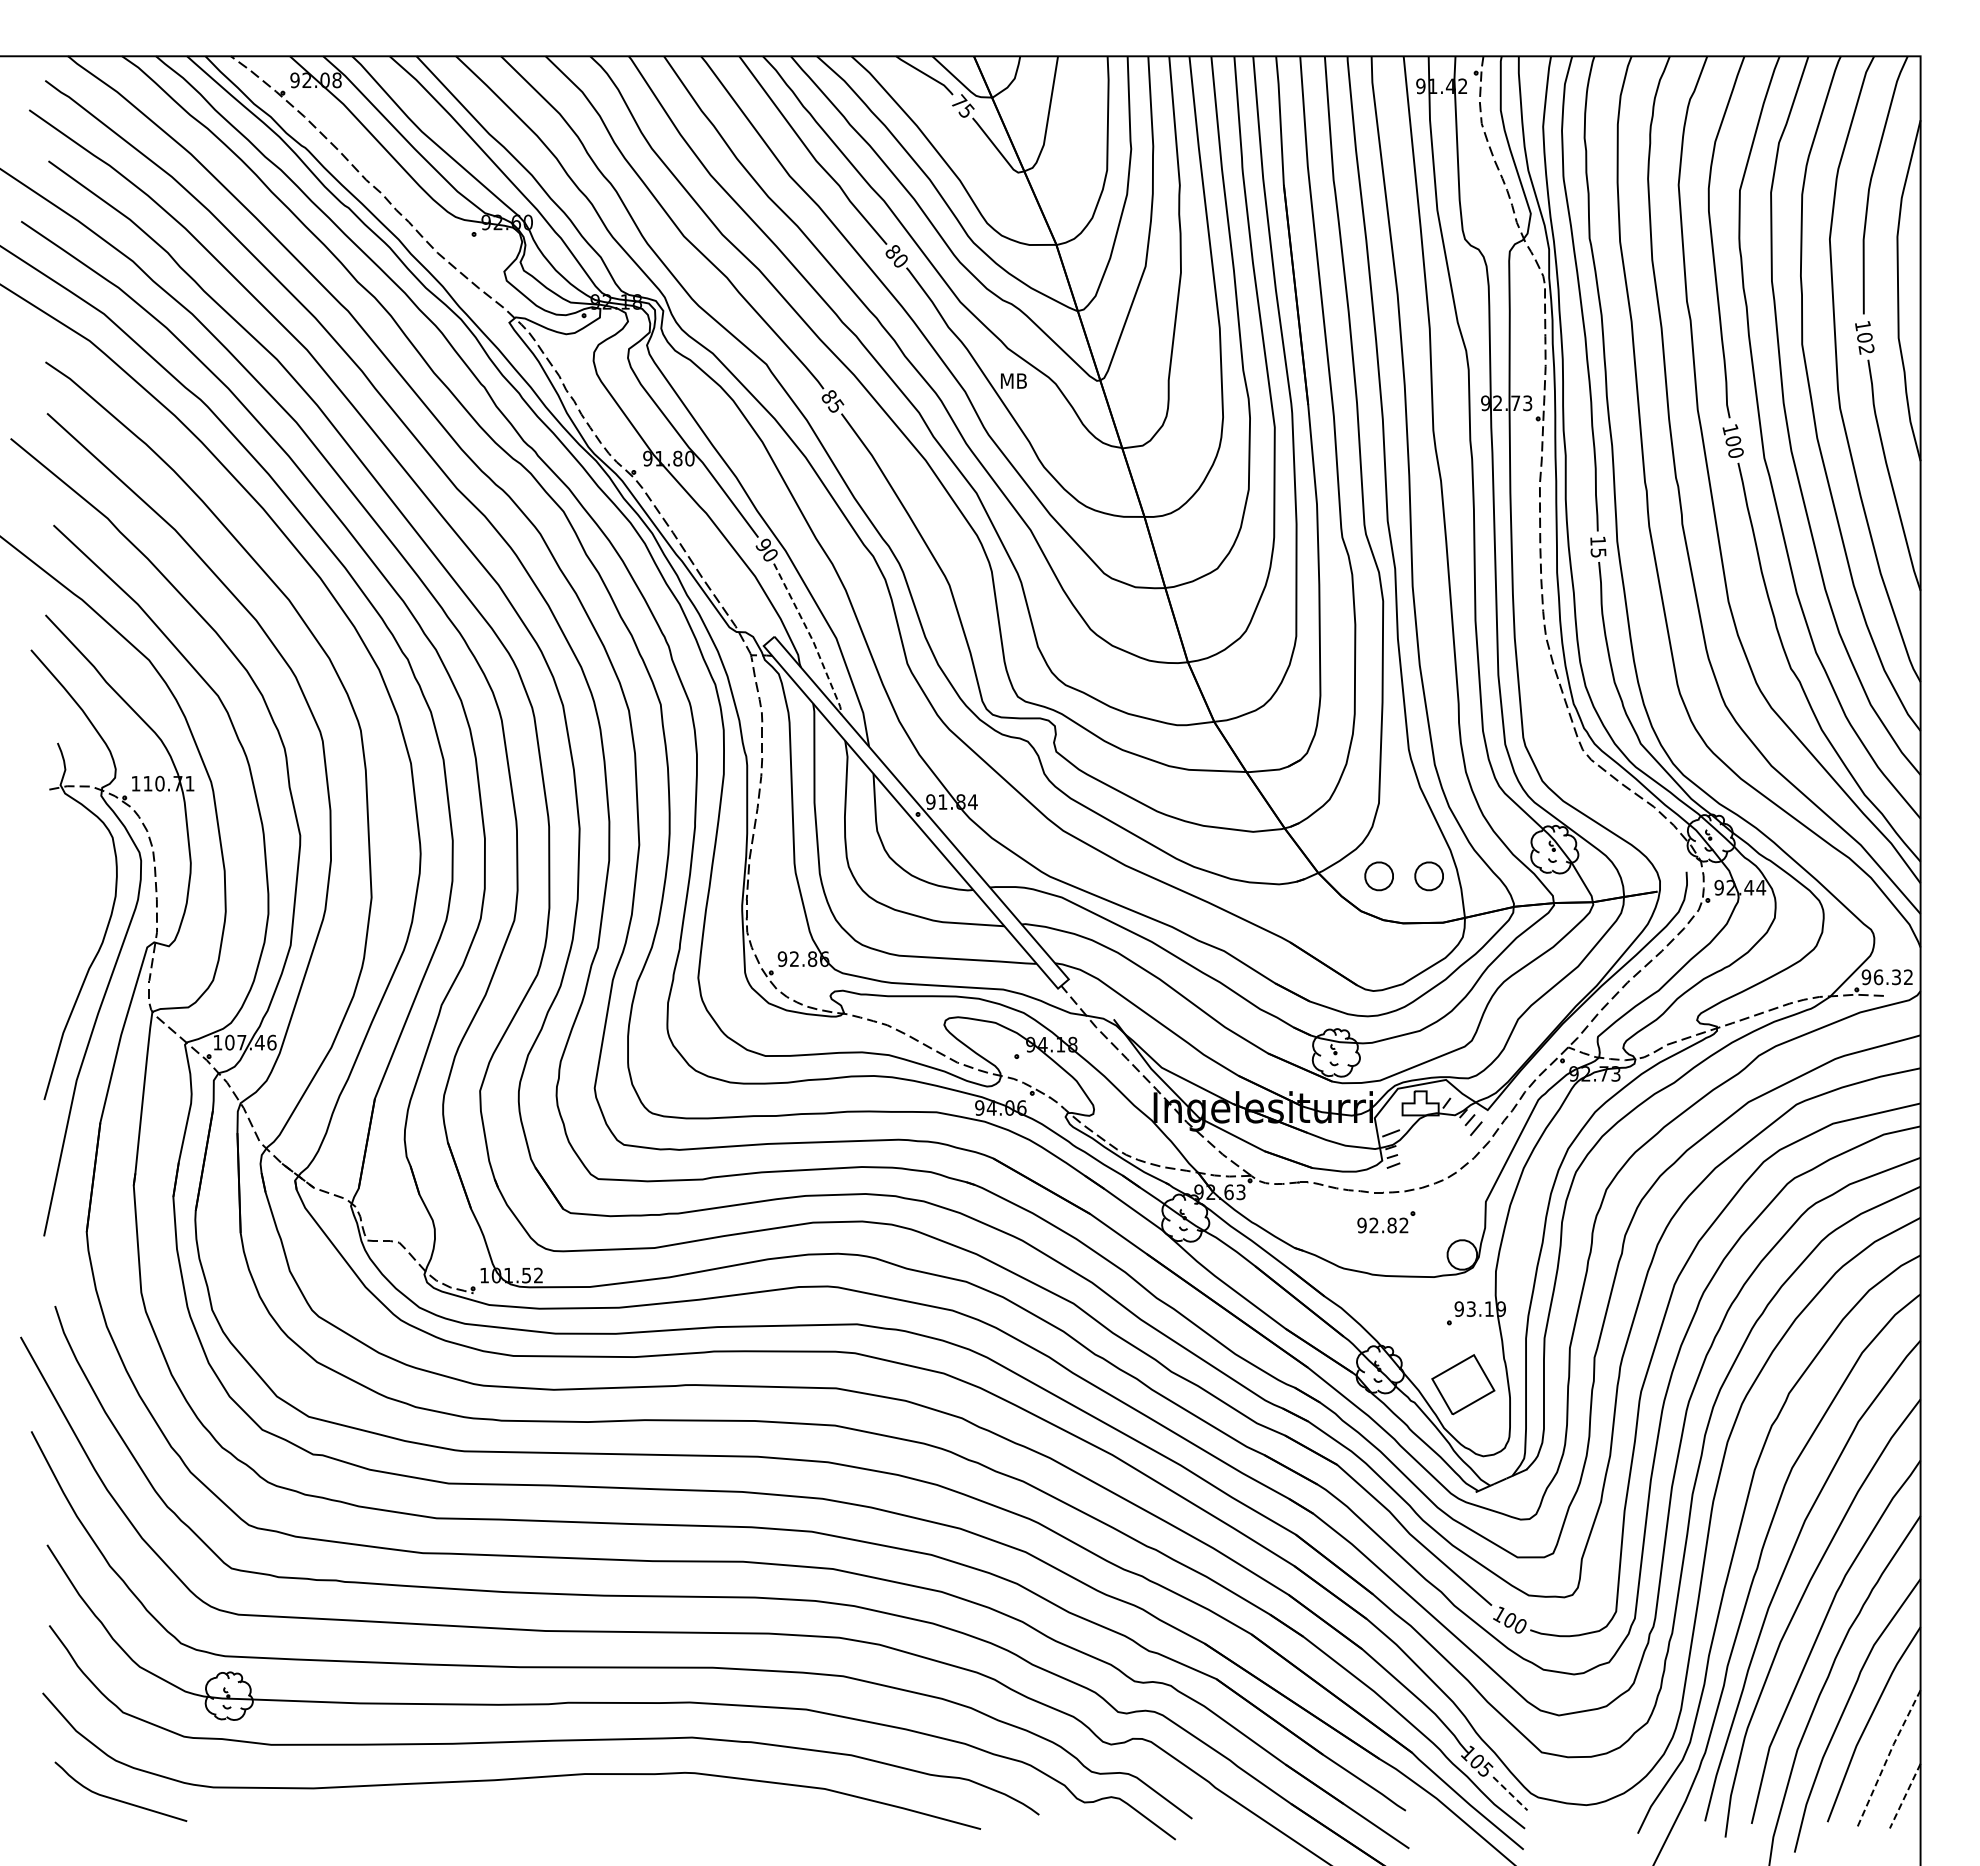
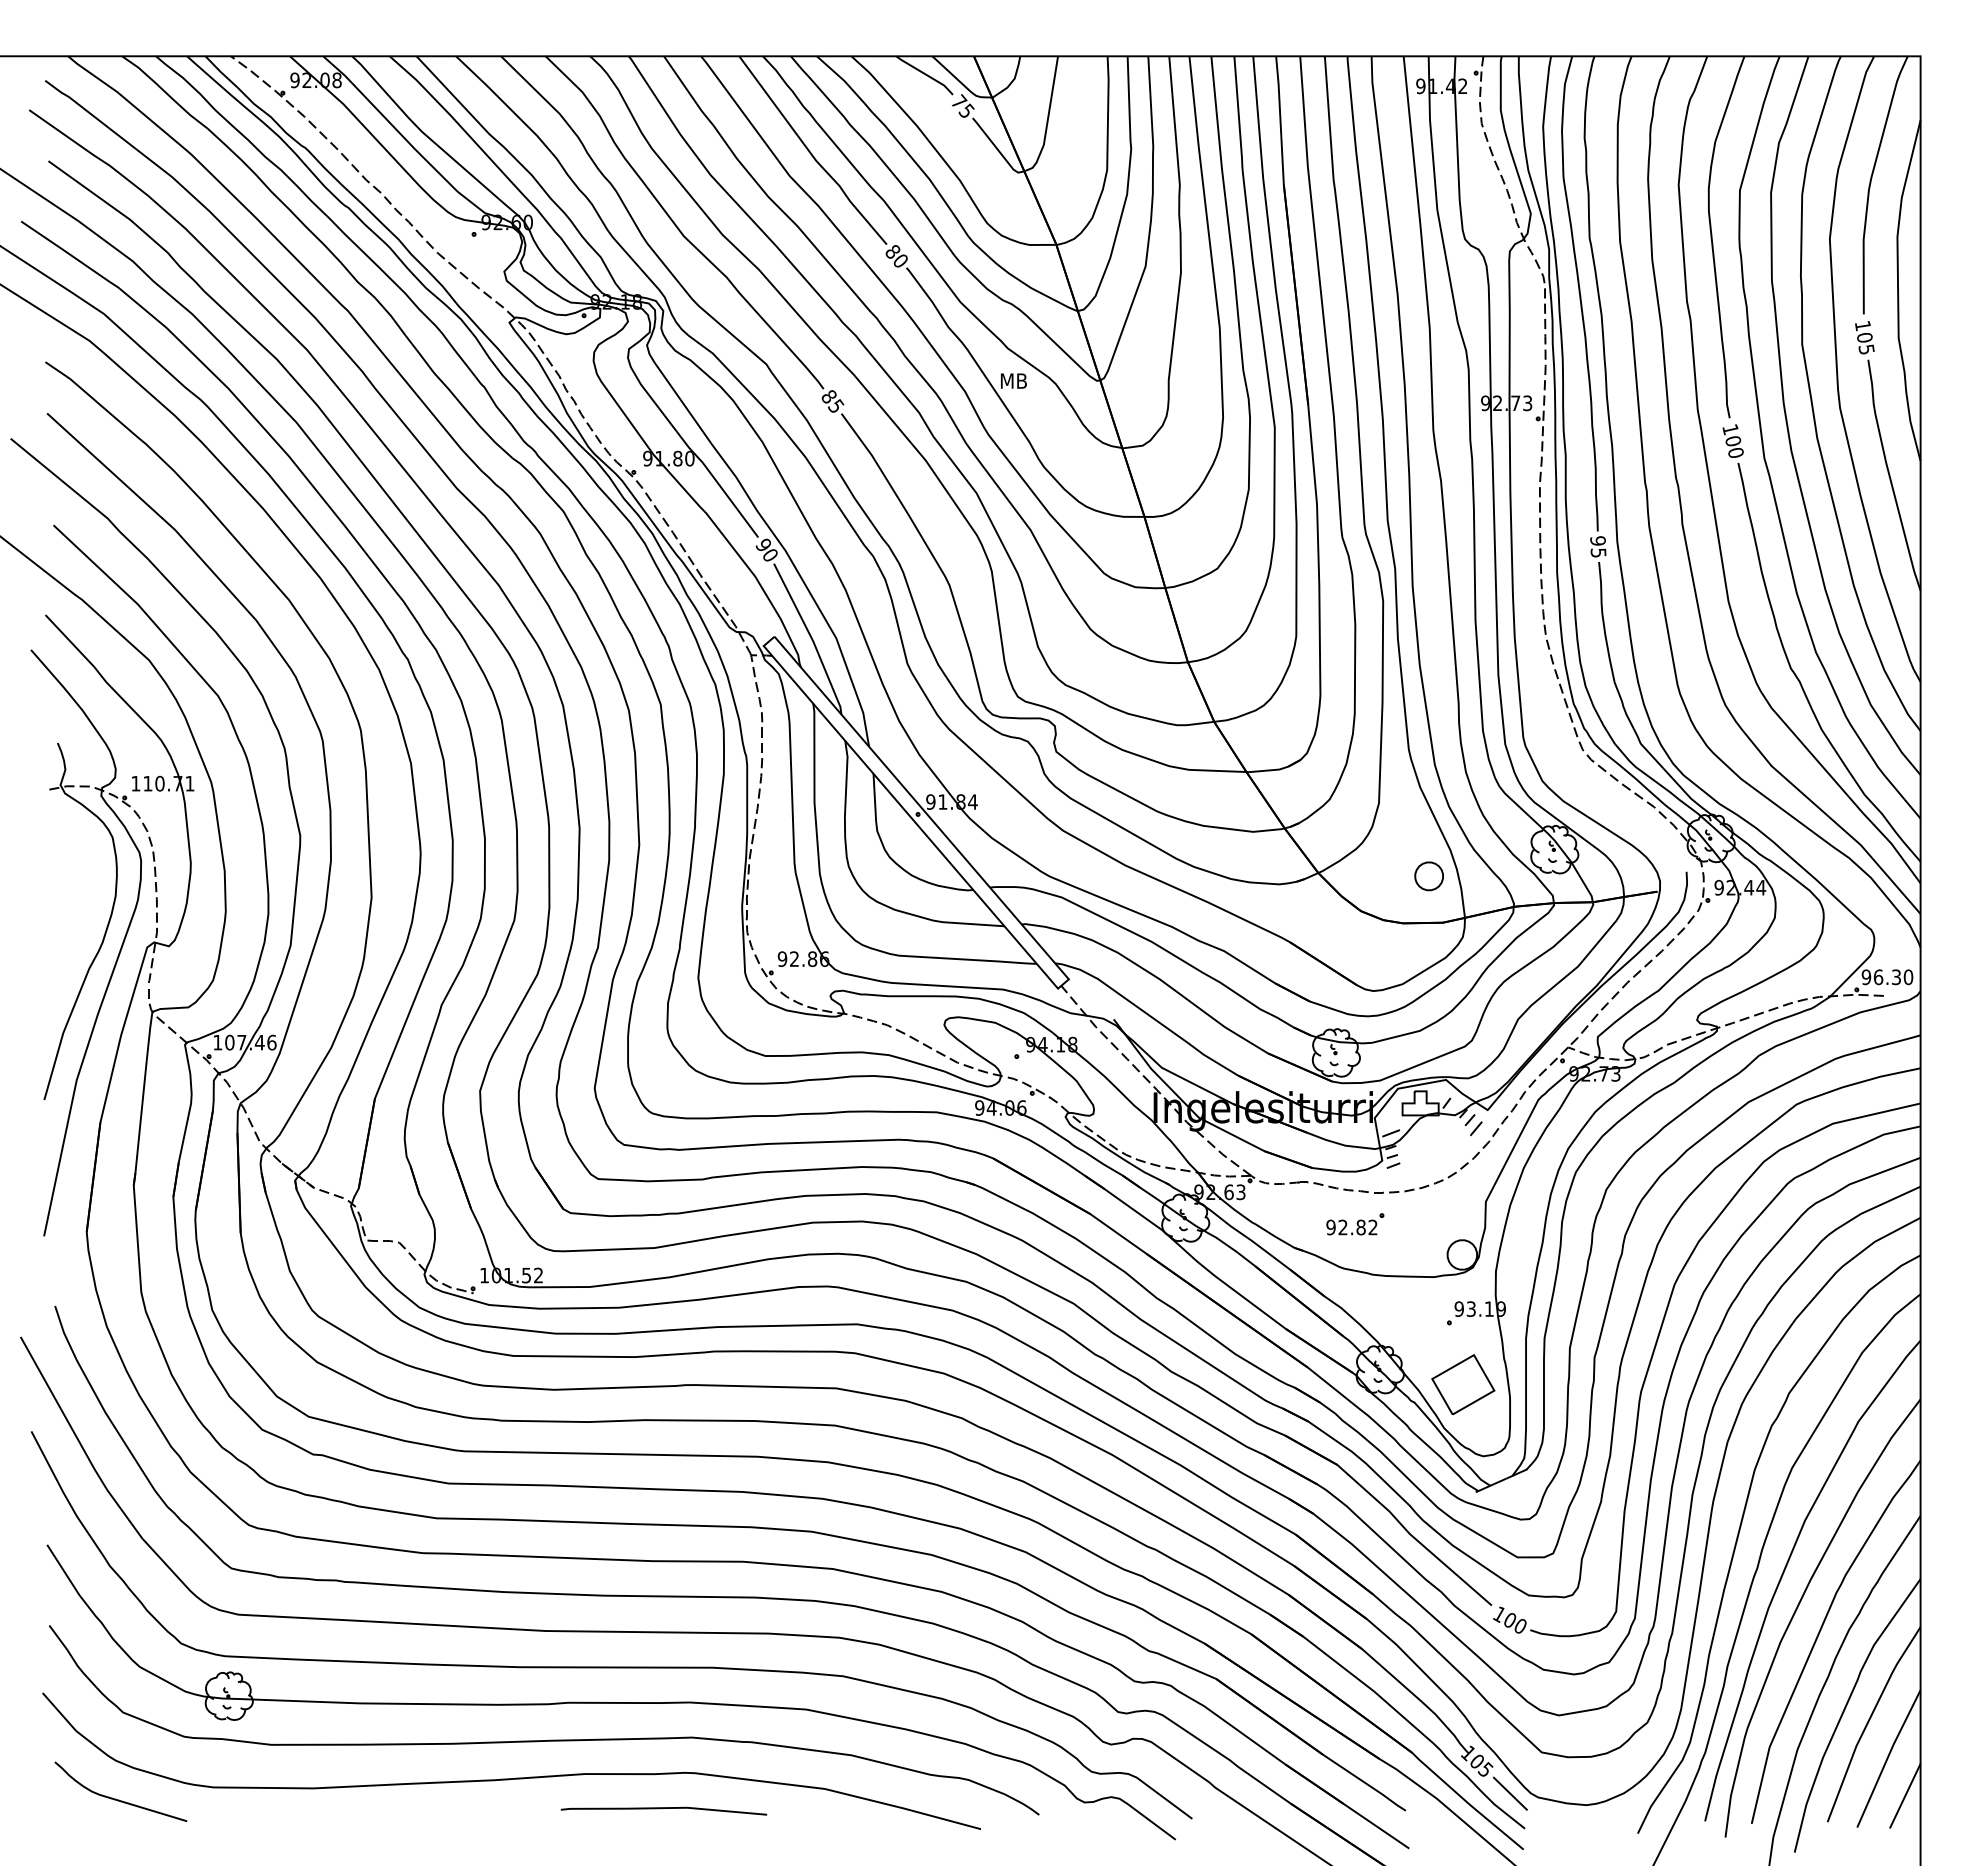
text at (1866, 349): 102 -> 105
text at (1597, 540): 15 -> 95
line at (811, 638): dashed -> solid
part at (1378, 876): present -> none
text at (1908, 977): 96.32 -> 96.30
part at (1386, 1222) position: (1386, 1222) -> (1355, 1224)
line at (1887, 1758): dashed -> solid
line at (1510, 1793): dashed -> solid
line at (1905, 1796): dashed -> solid
line at (663, 1808): none -> present
